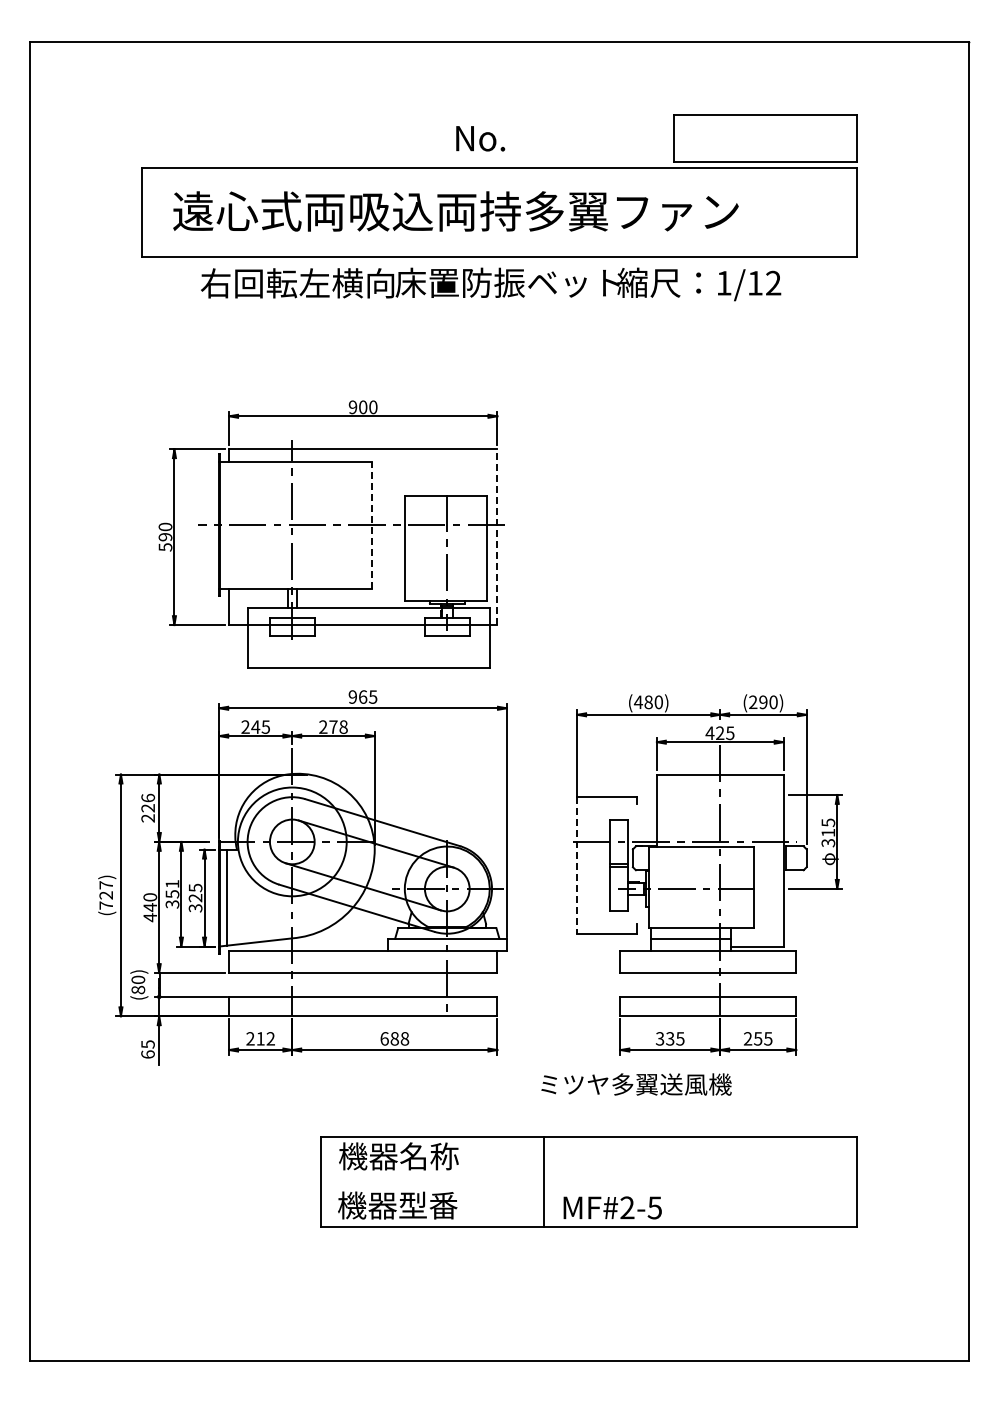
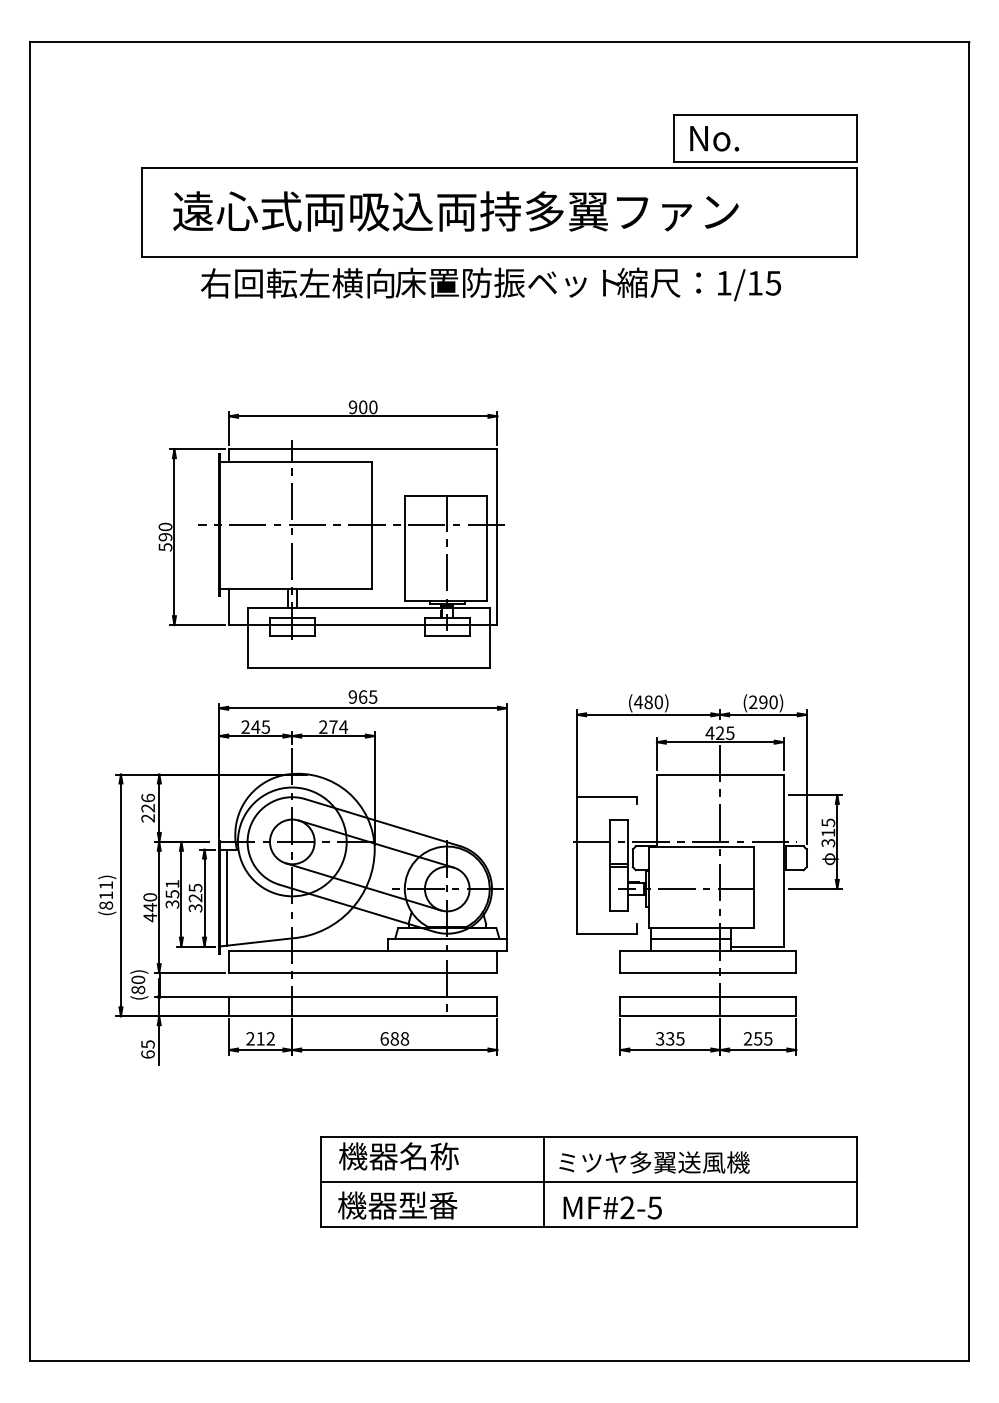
text at (480, 138) position: (480, 138) -> (714, 138)
text at (773, 282): 1/12 -> 1/15
line at (371, 524): dashed -> solid
line at (497, 537): dashed -> solid
text at (343, 726): 278 -> 274
line at (577, 865): dashed -> solid
text at (106, 895): (727) -> (811)
text at (636, 1084) position: (636, 1084) -> (654, 1162)
line at (588, 1182): none -> present
